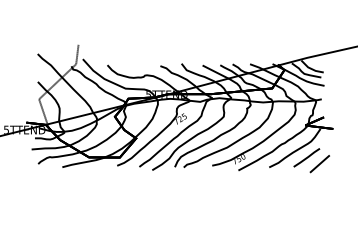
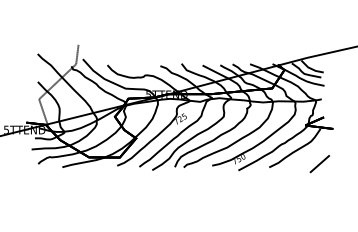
line at (306, 157): present -> none
